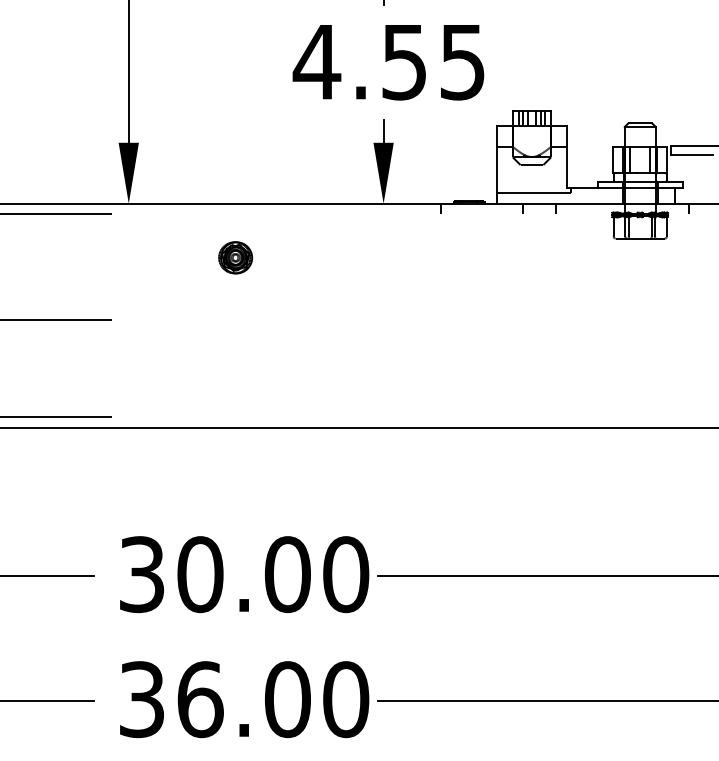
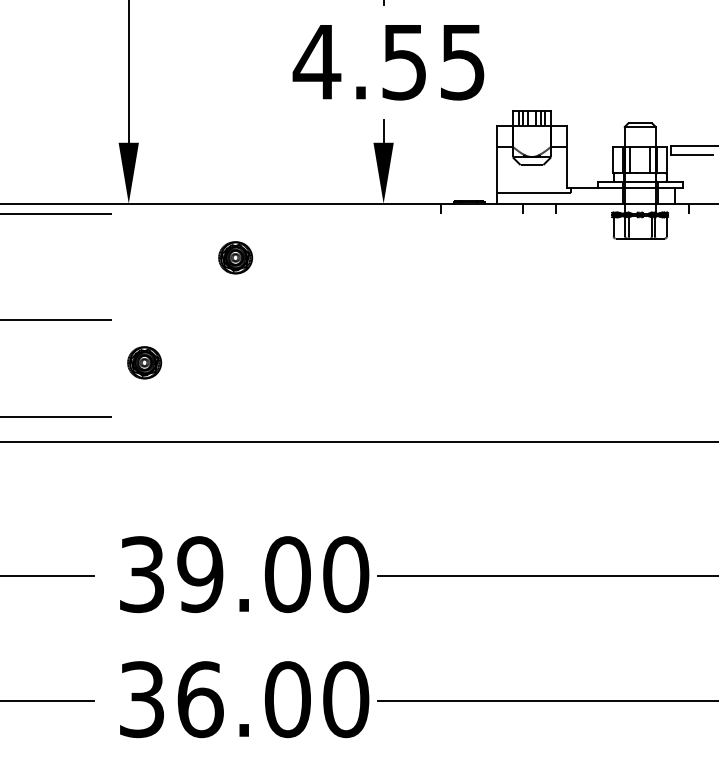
part at (144, 362): none -> present
line at (358, 428) position: (358, 428) -> (358, 442)
text at (200, 574): 30.00 -> 39.00
